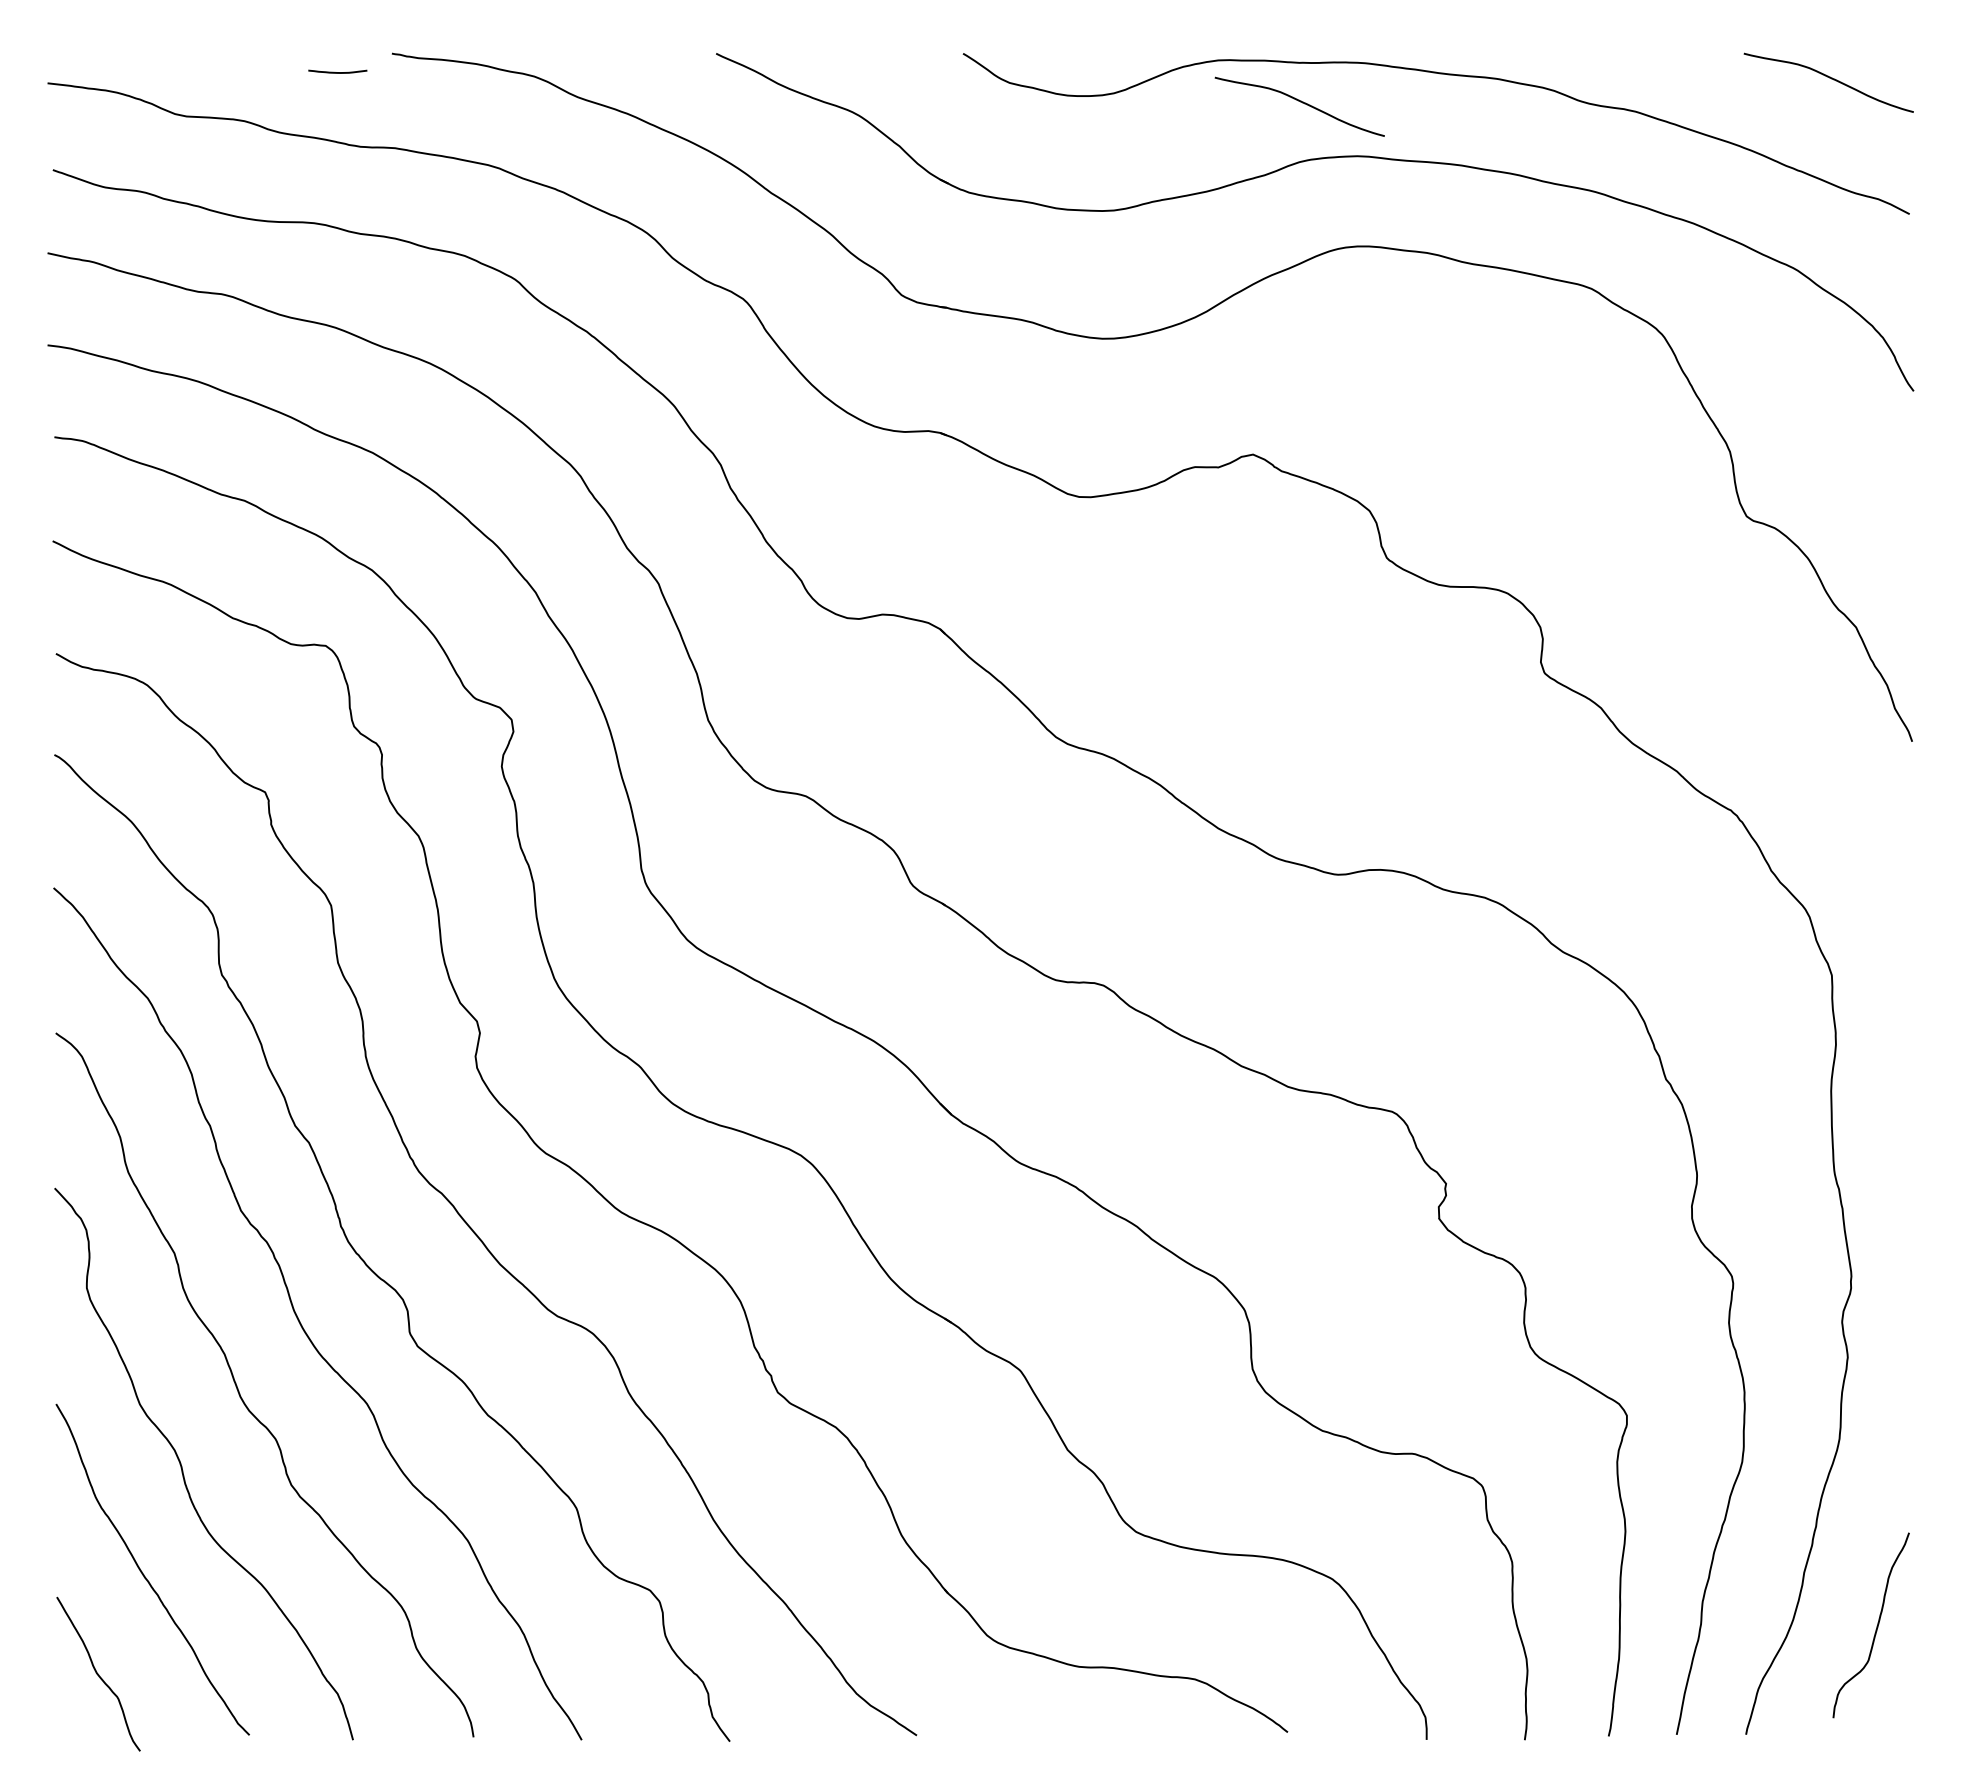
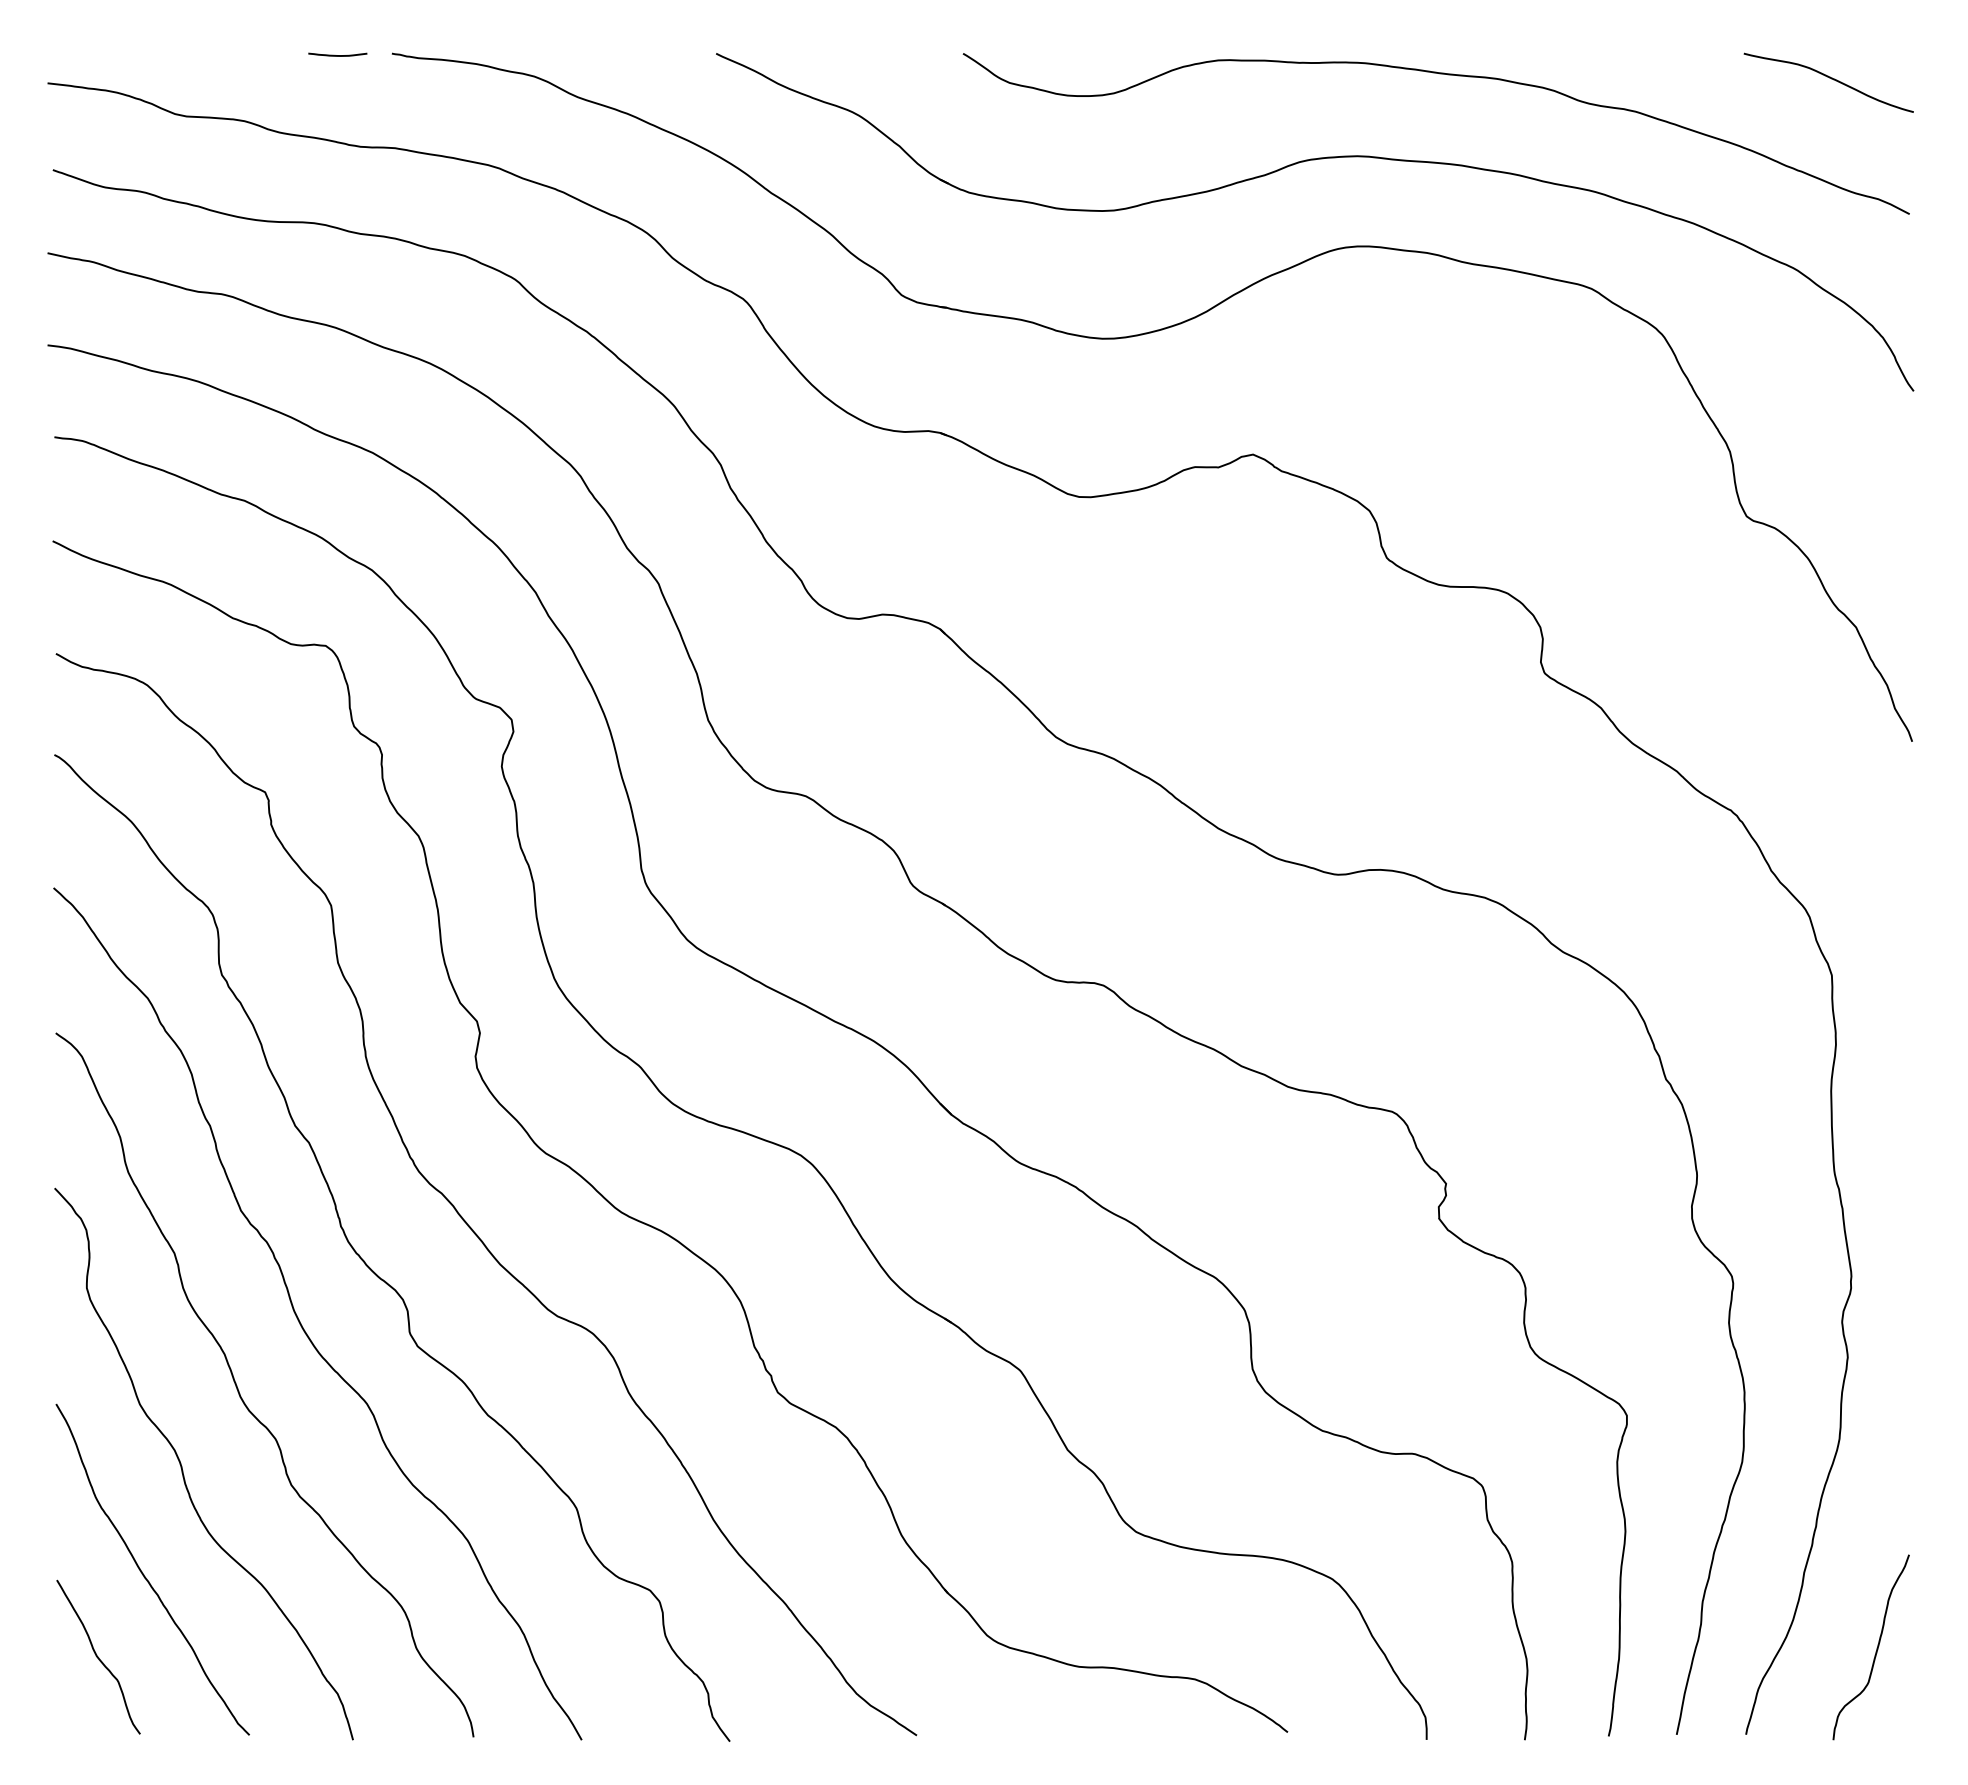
curve at (337, 72) position: (337, 72) -> (337, 55)
curve at (1300, 102): present -> none
curve at (1876, 1626) position: (1876, 1626) -> (1876, 1648)
curve at (98, 1673) position: (98, 1673) -> (98, 1656)
